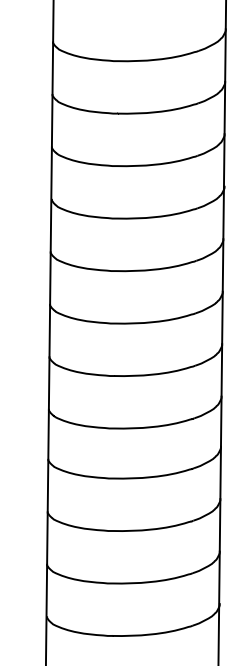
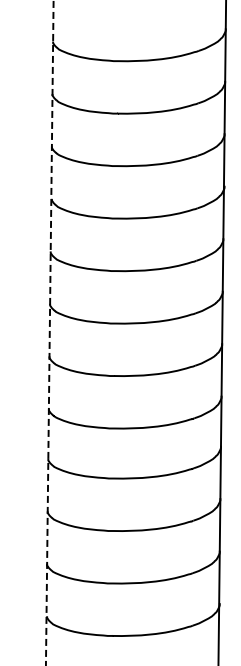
line at (49, 333): solid -> dashed
